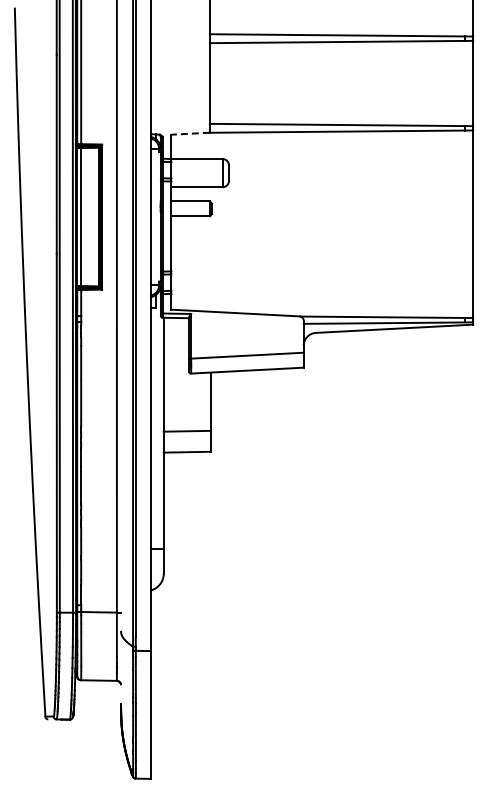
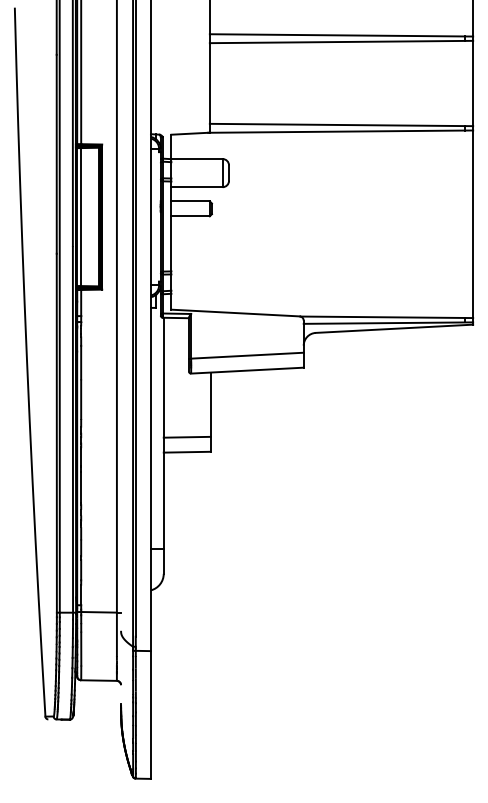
line at (190, 133): dashed -> solid
line at (186, 430) position: (186, 430) -> (186, 436)
